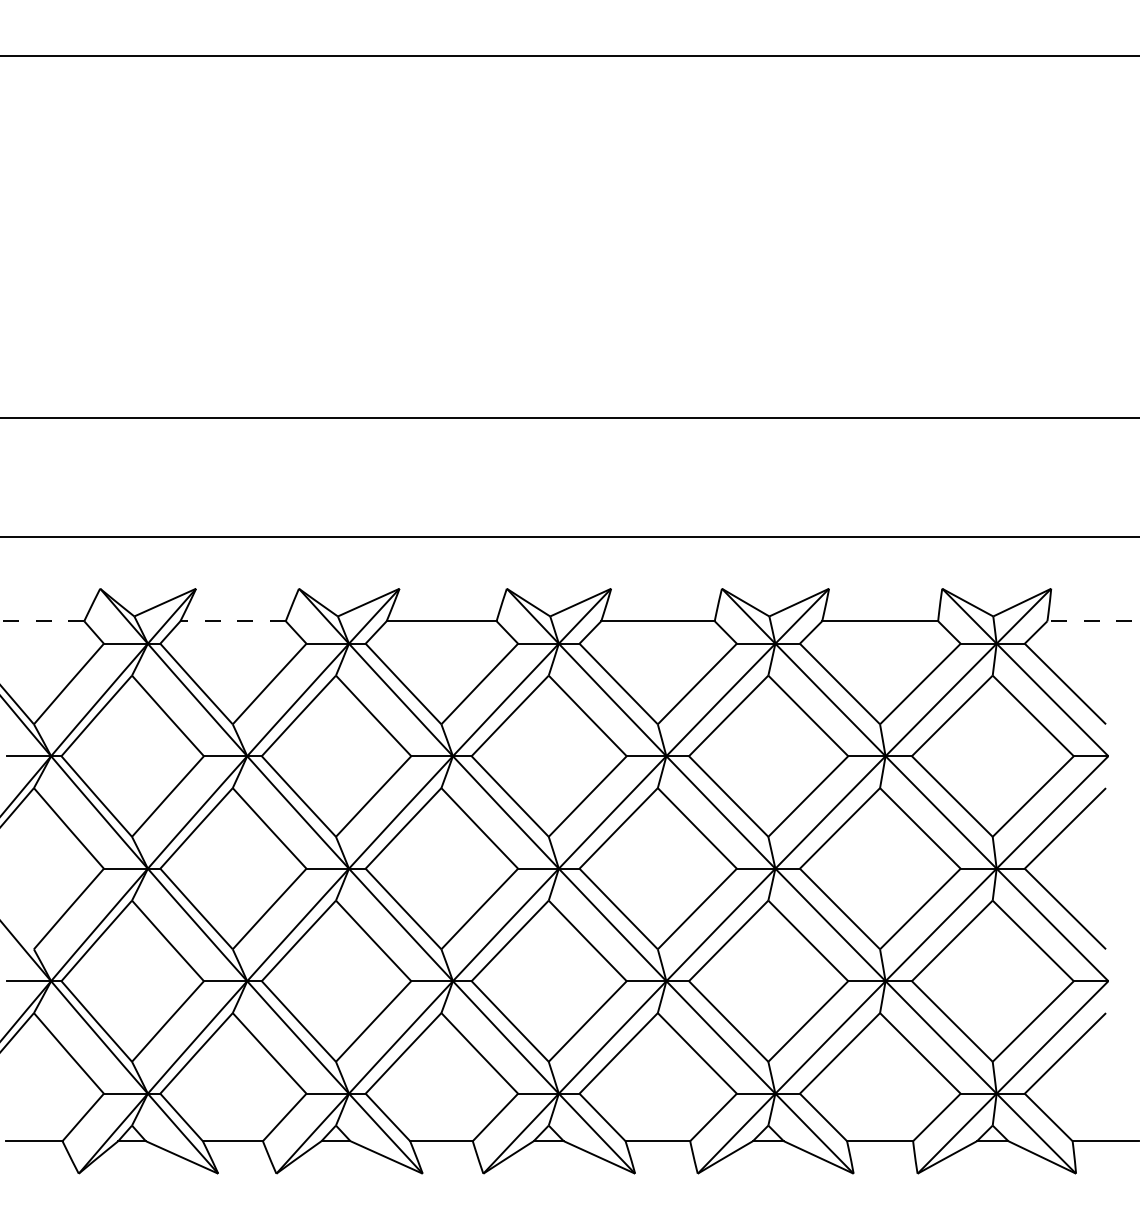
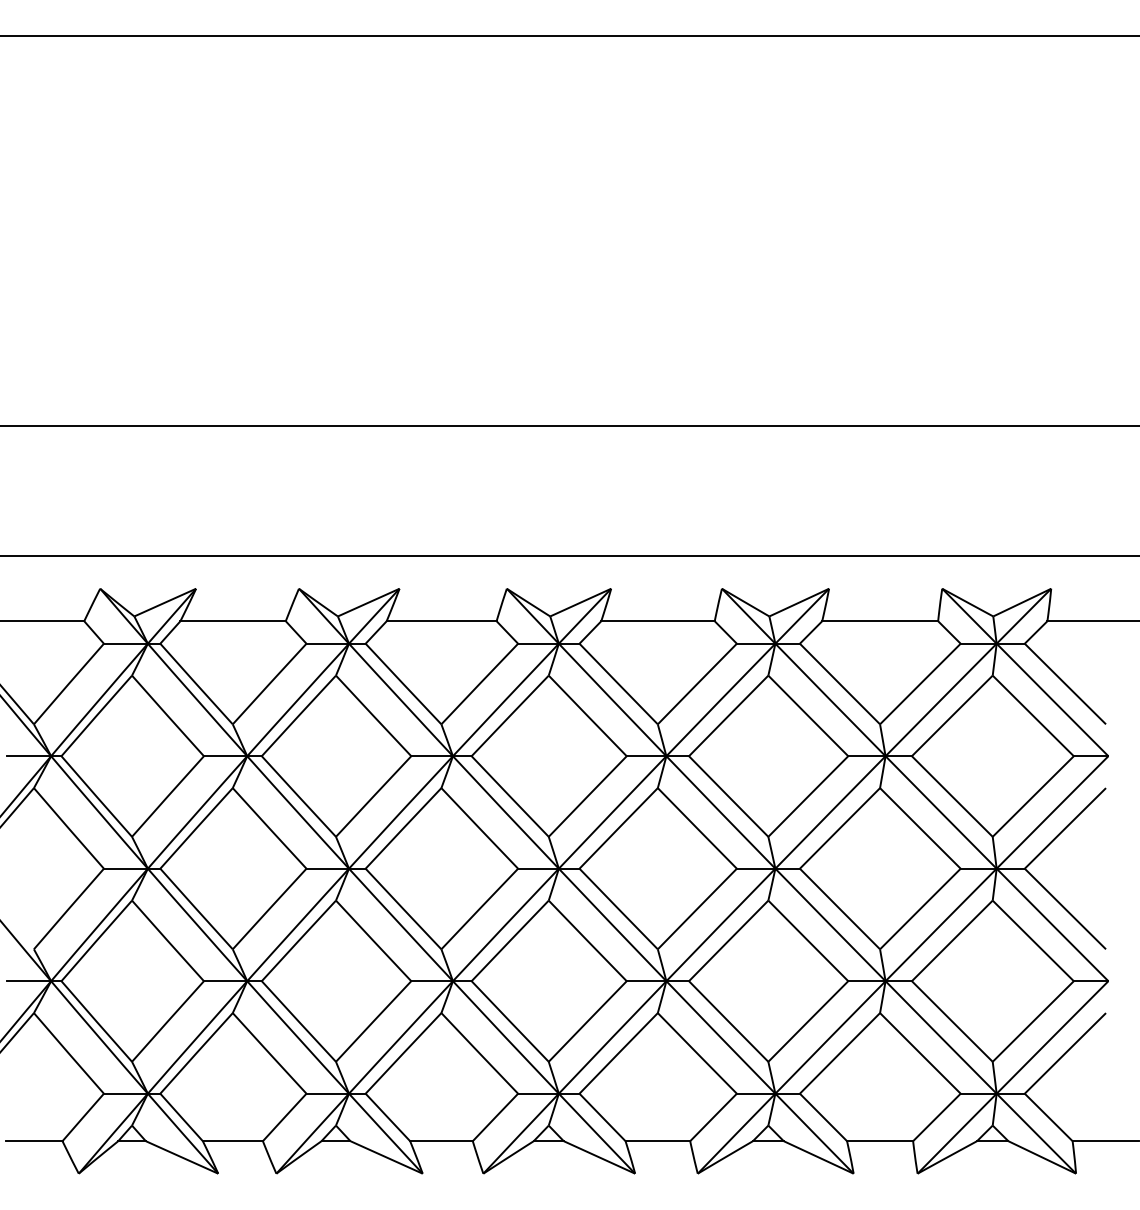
line at (569, 56) position: (569, 56) -> (569, 36)
line at (569, 418) position: (569, 418) -> (569, 426)
line at (569, 537) position: (569, 537) -> (569, 556)
line at (42, 621): dashed -> solid
line at (233, 621): dashed -> solid
line at (1093, 621): dashed -> solid
